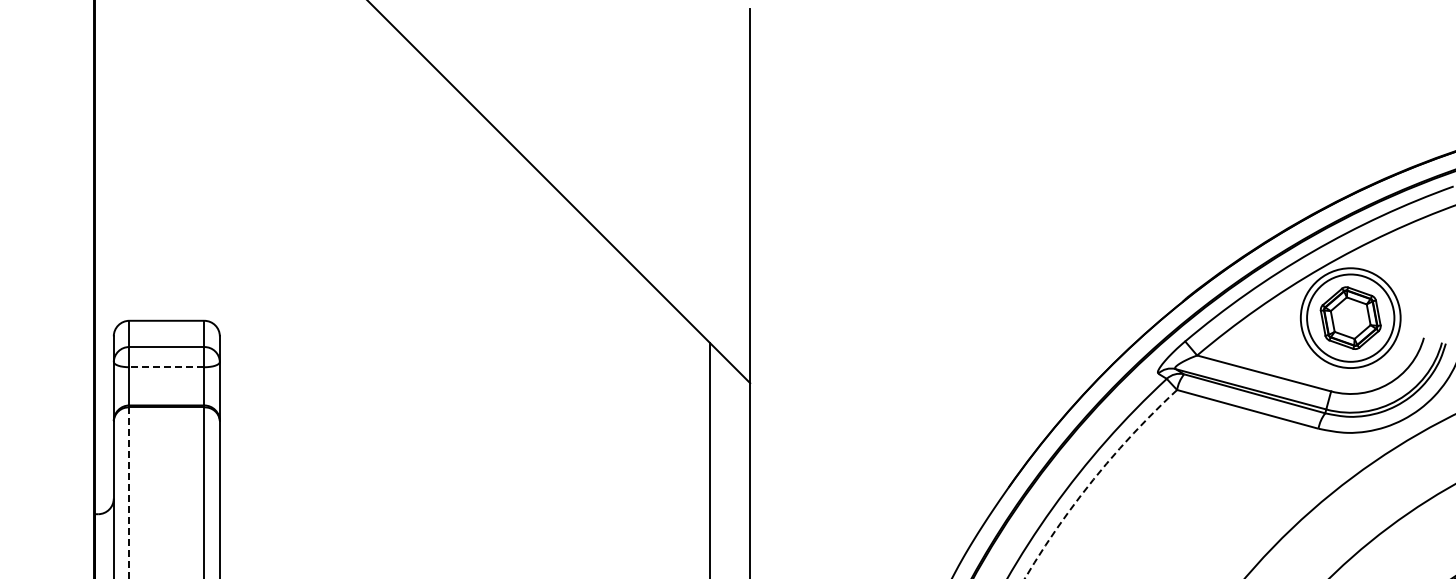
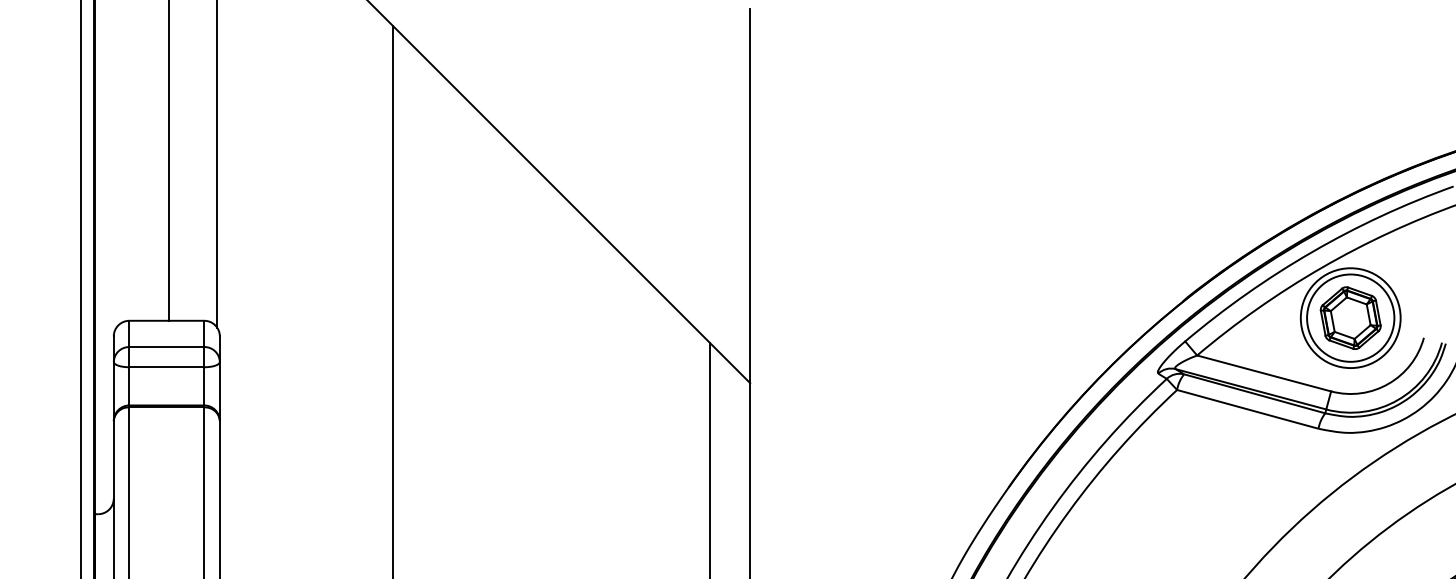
line at (168, 161): none -> present
line at (217, 164): none -> present
line at (81, 288): none -> present
line at (393, 300): none -> present
line at (166, 367): dashed -> solid
arc at (1093, 479): dashed -> solid
line at (129, 493): dashed -> solid
